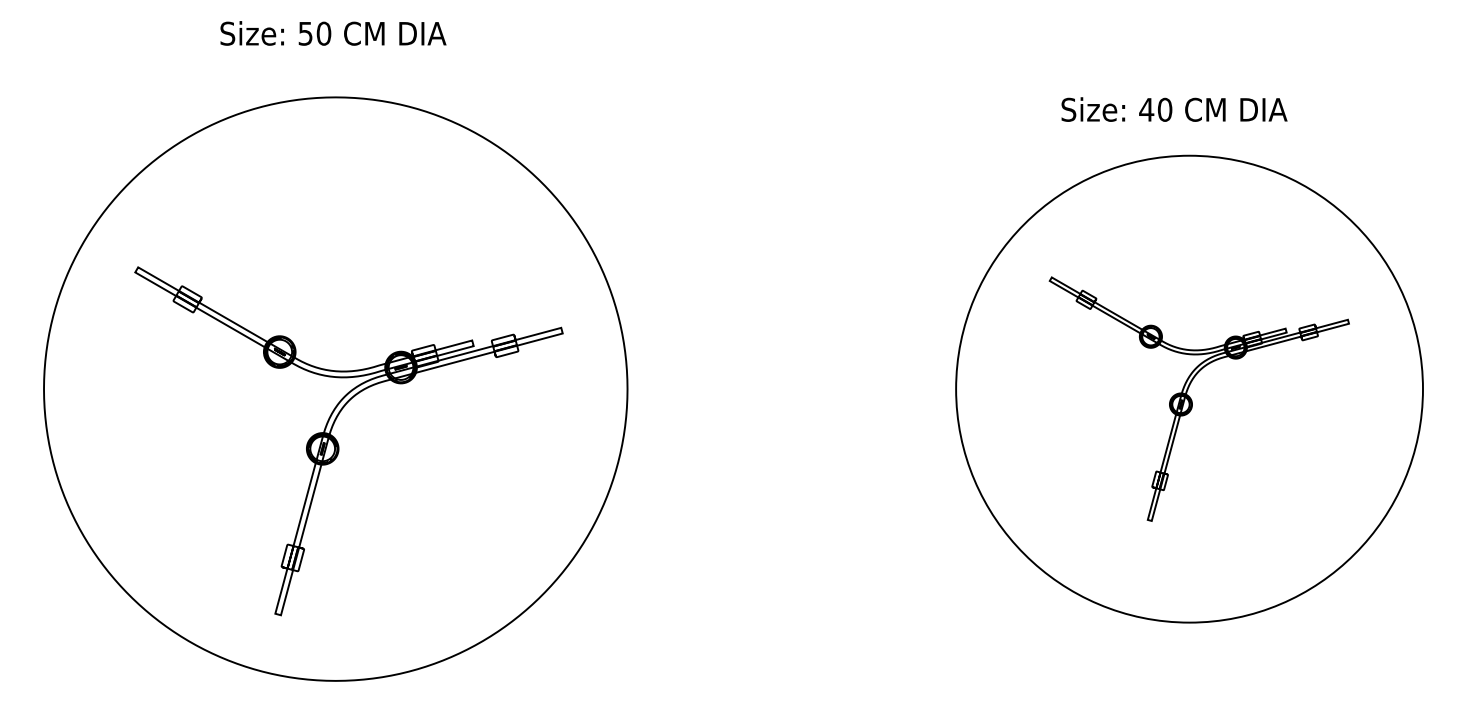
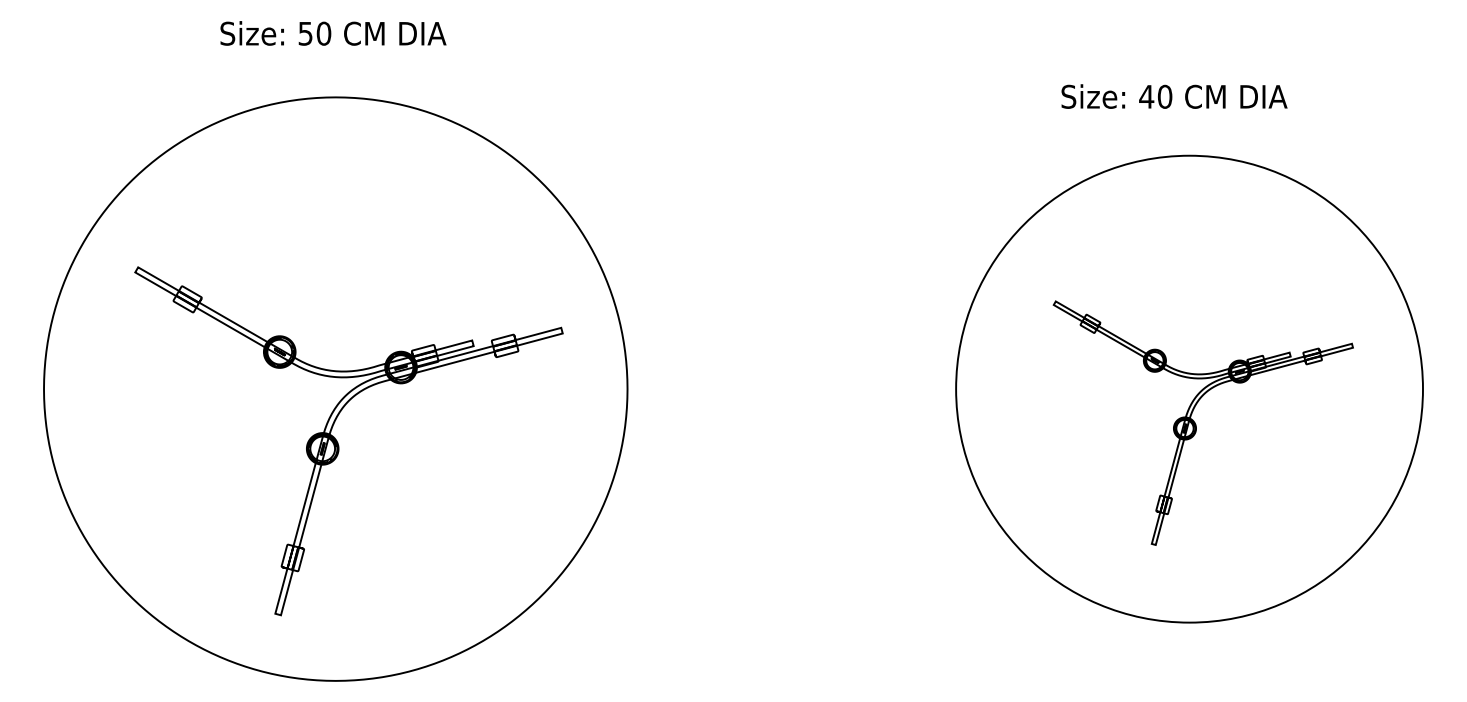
text at (1174, 109) position: (1174, 109) -> (1174, 96)
part at (1192, 400) position: (1192, 400) -> (1196, 424)
